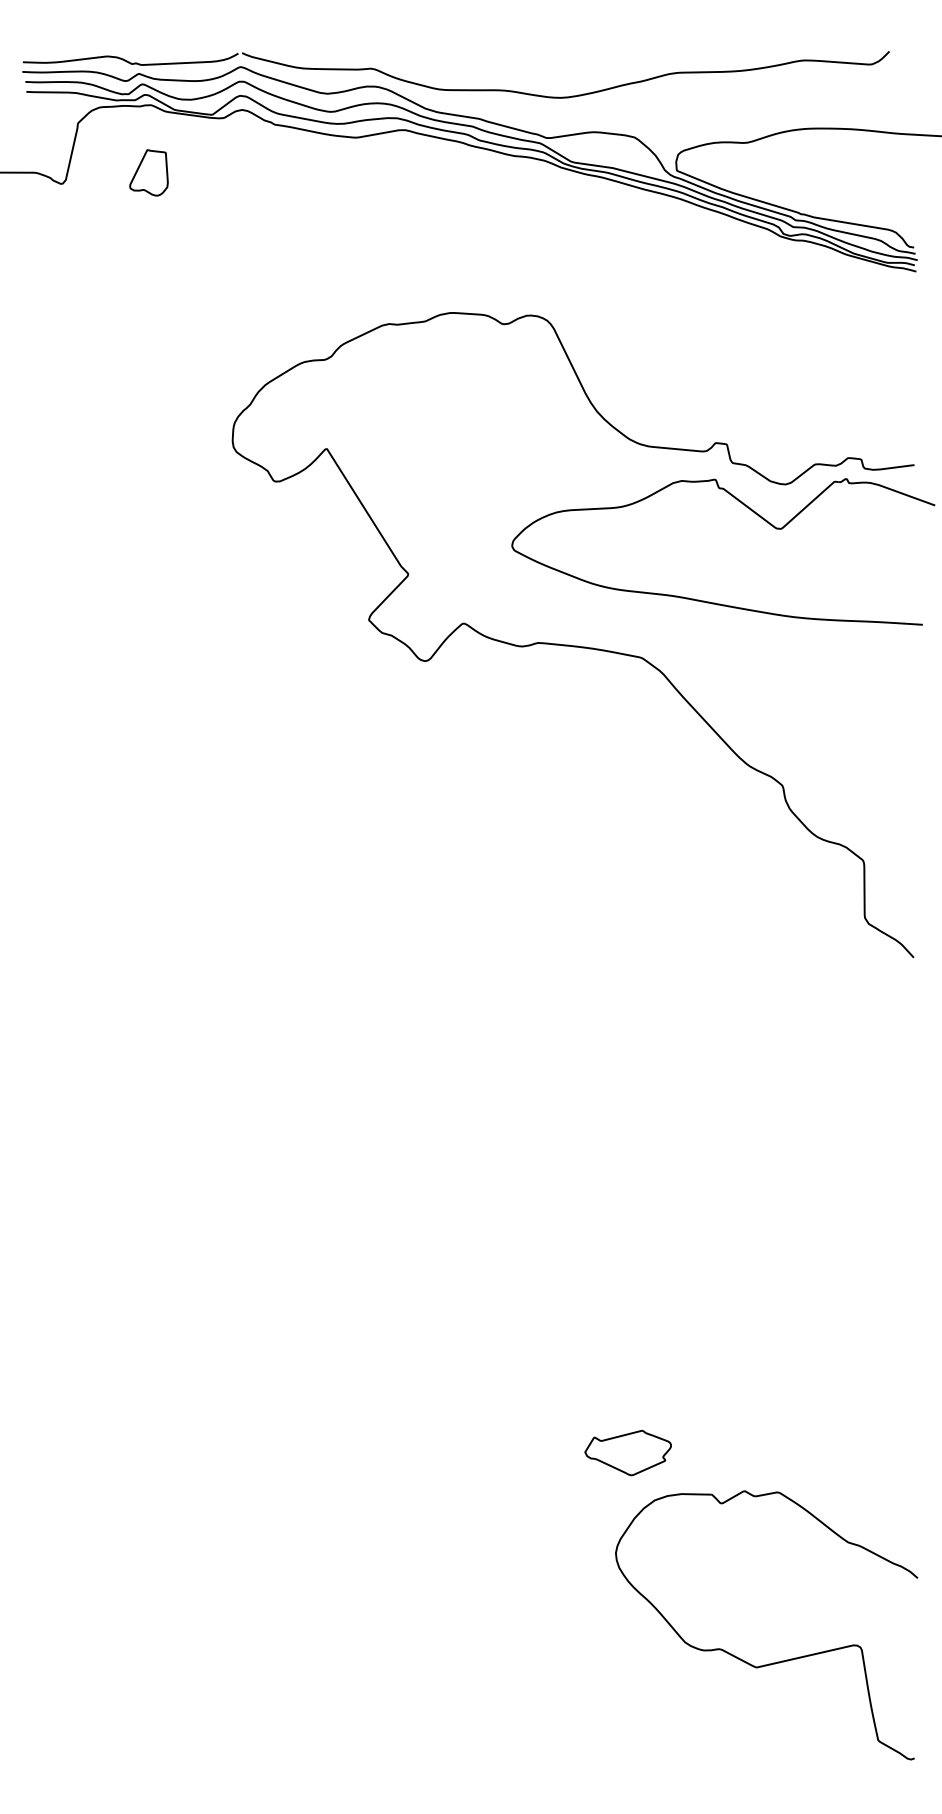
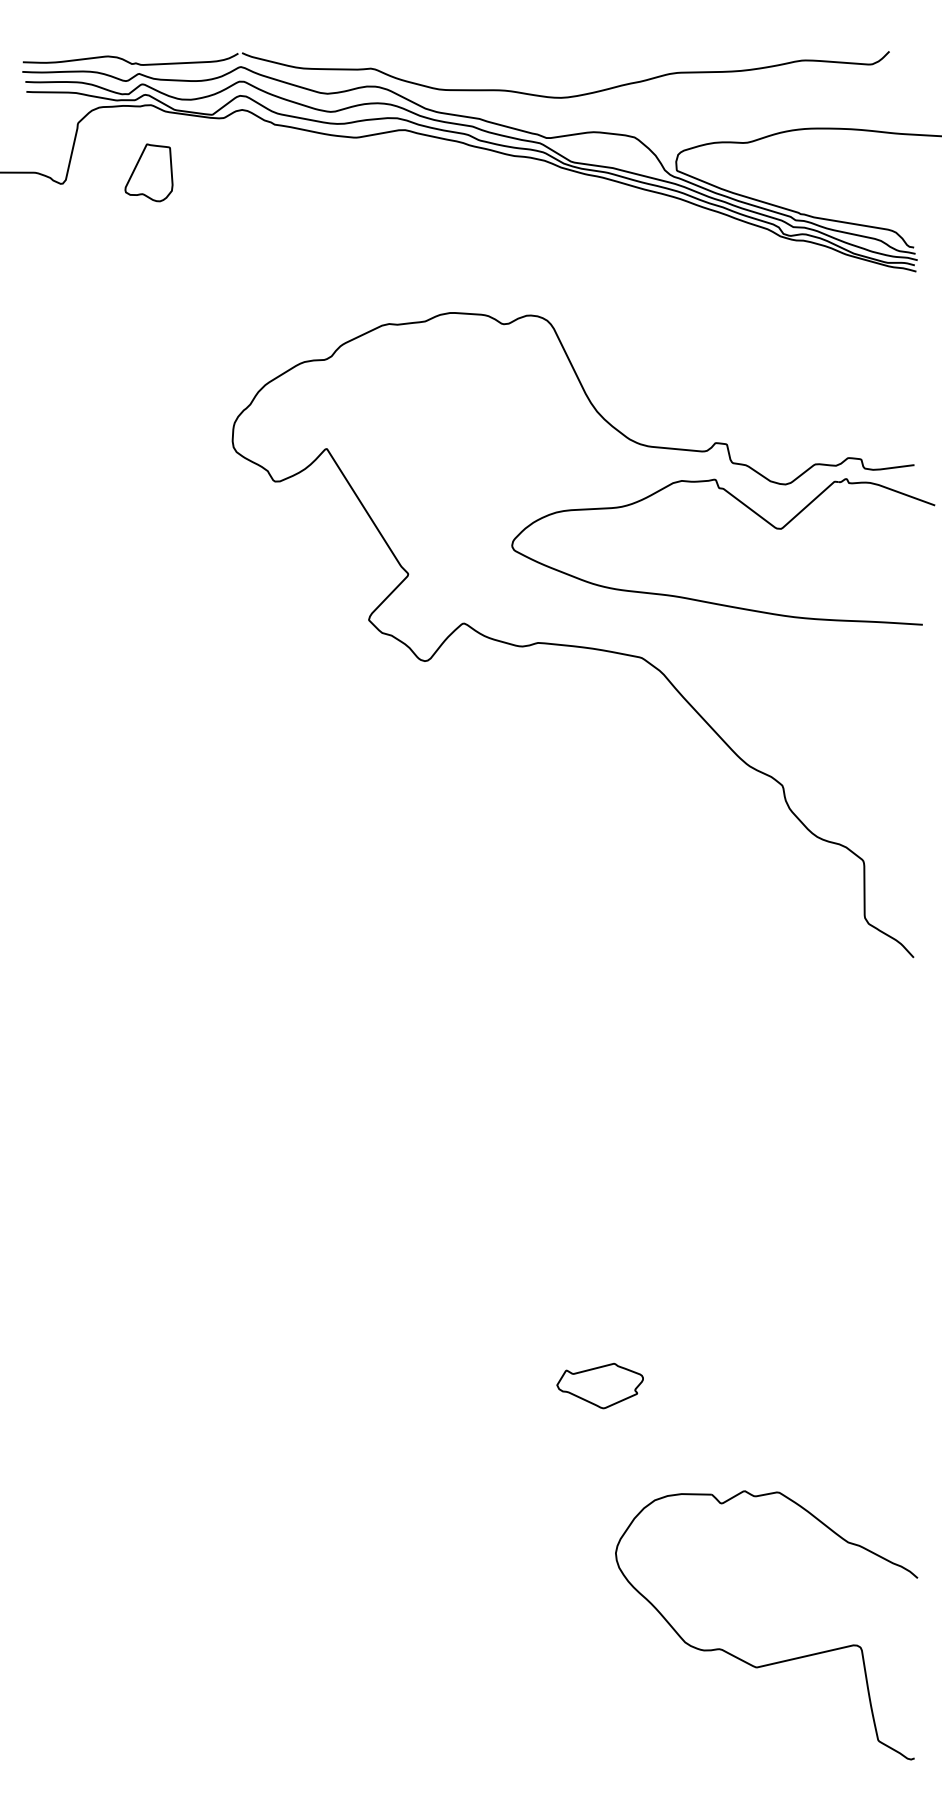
part at (148, 172) size: 40x48 px -> 50x60 px
part at (627, 1453) position: (627, 1453) -> (599, 1386)
